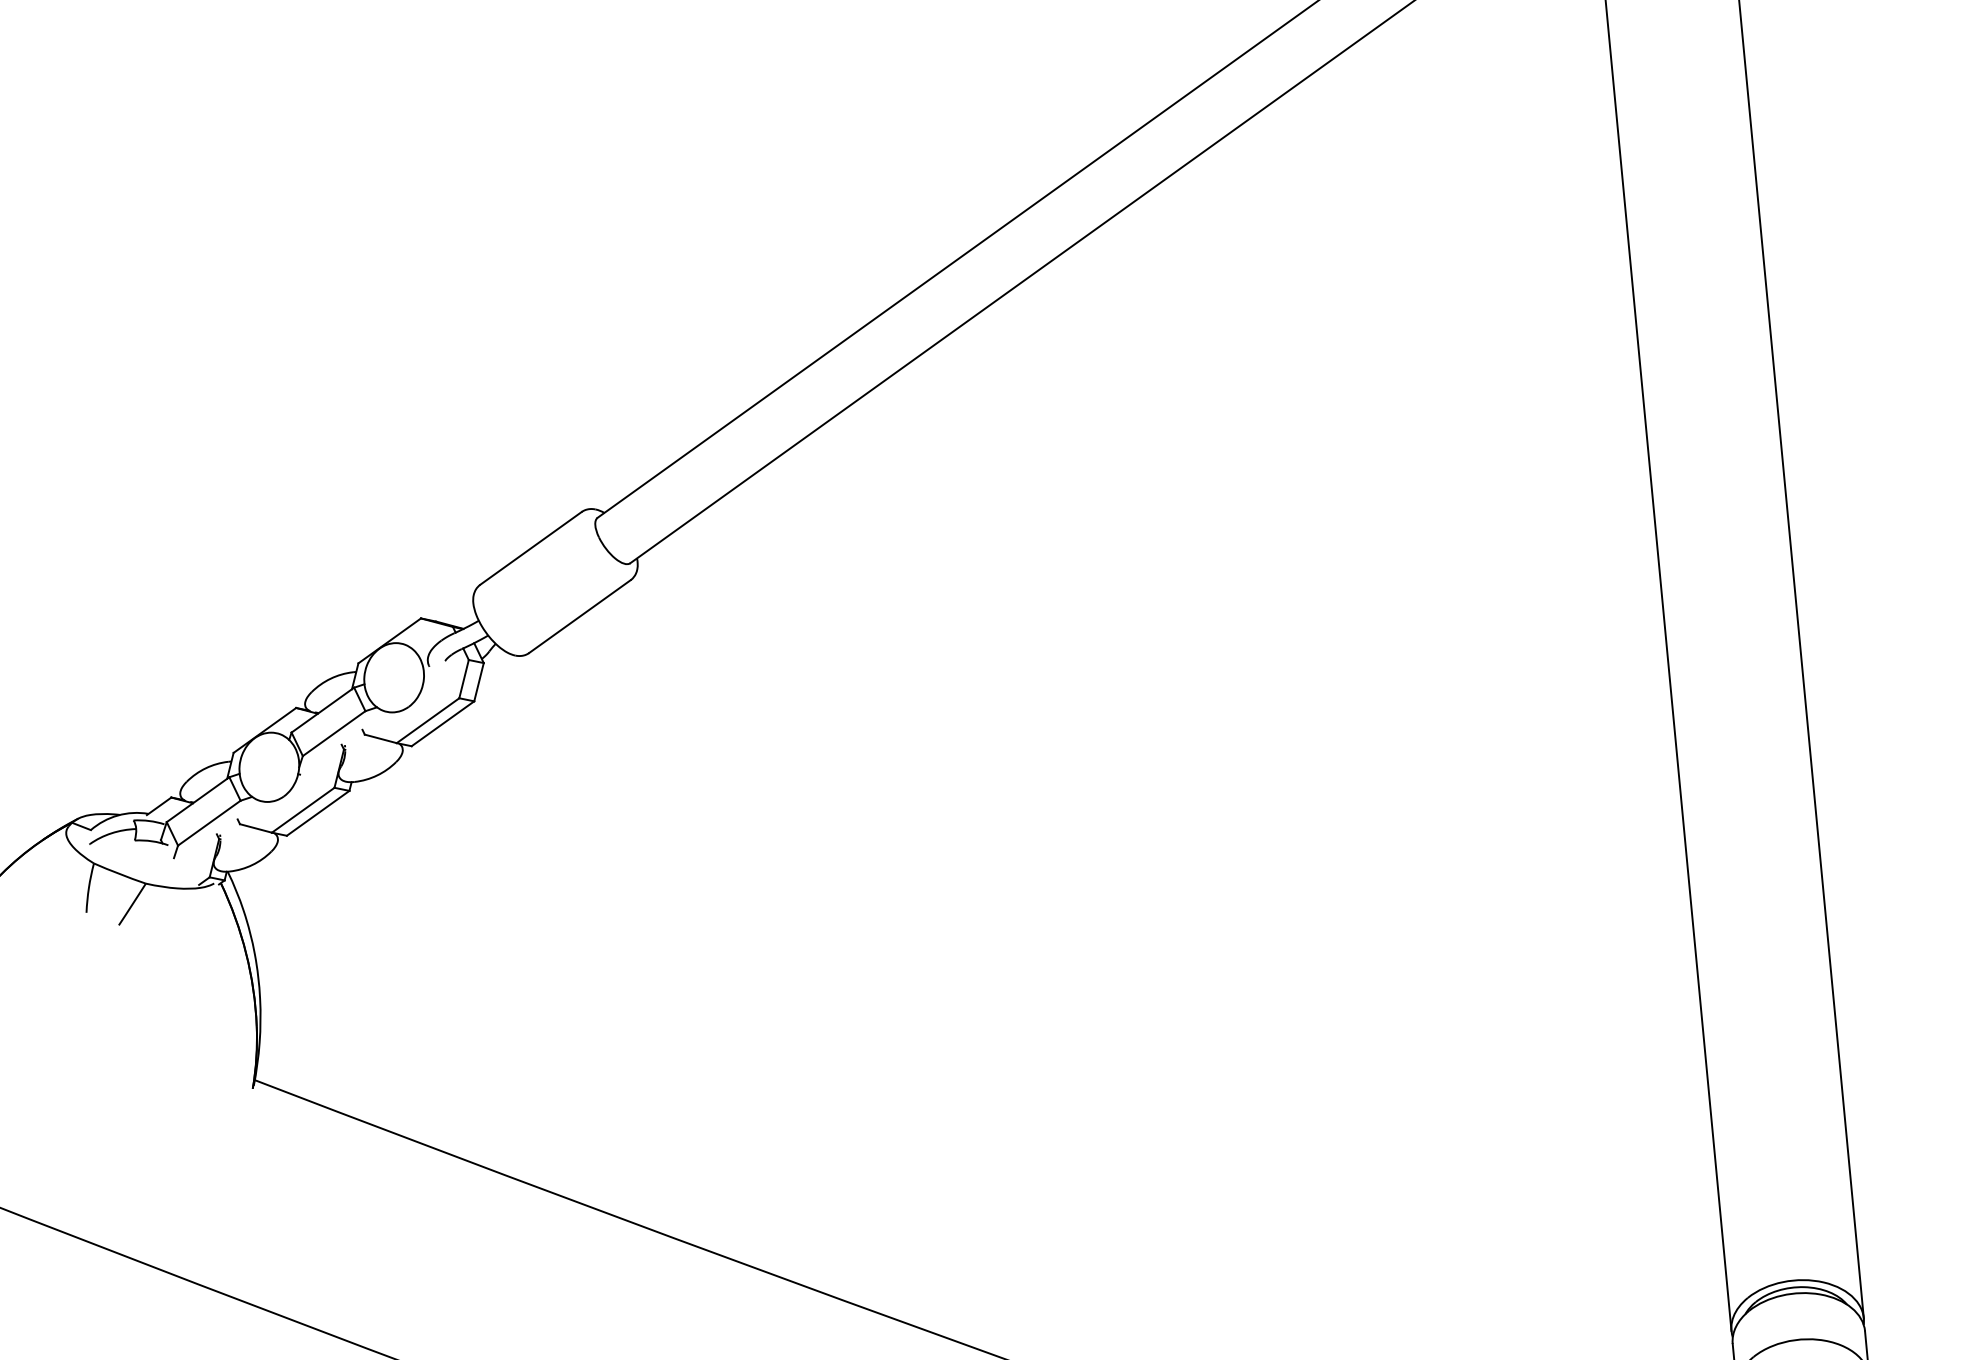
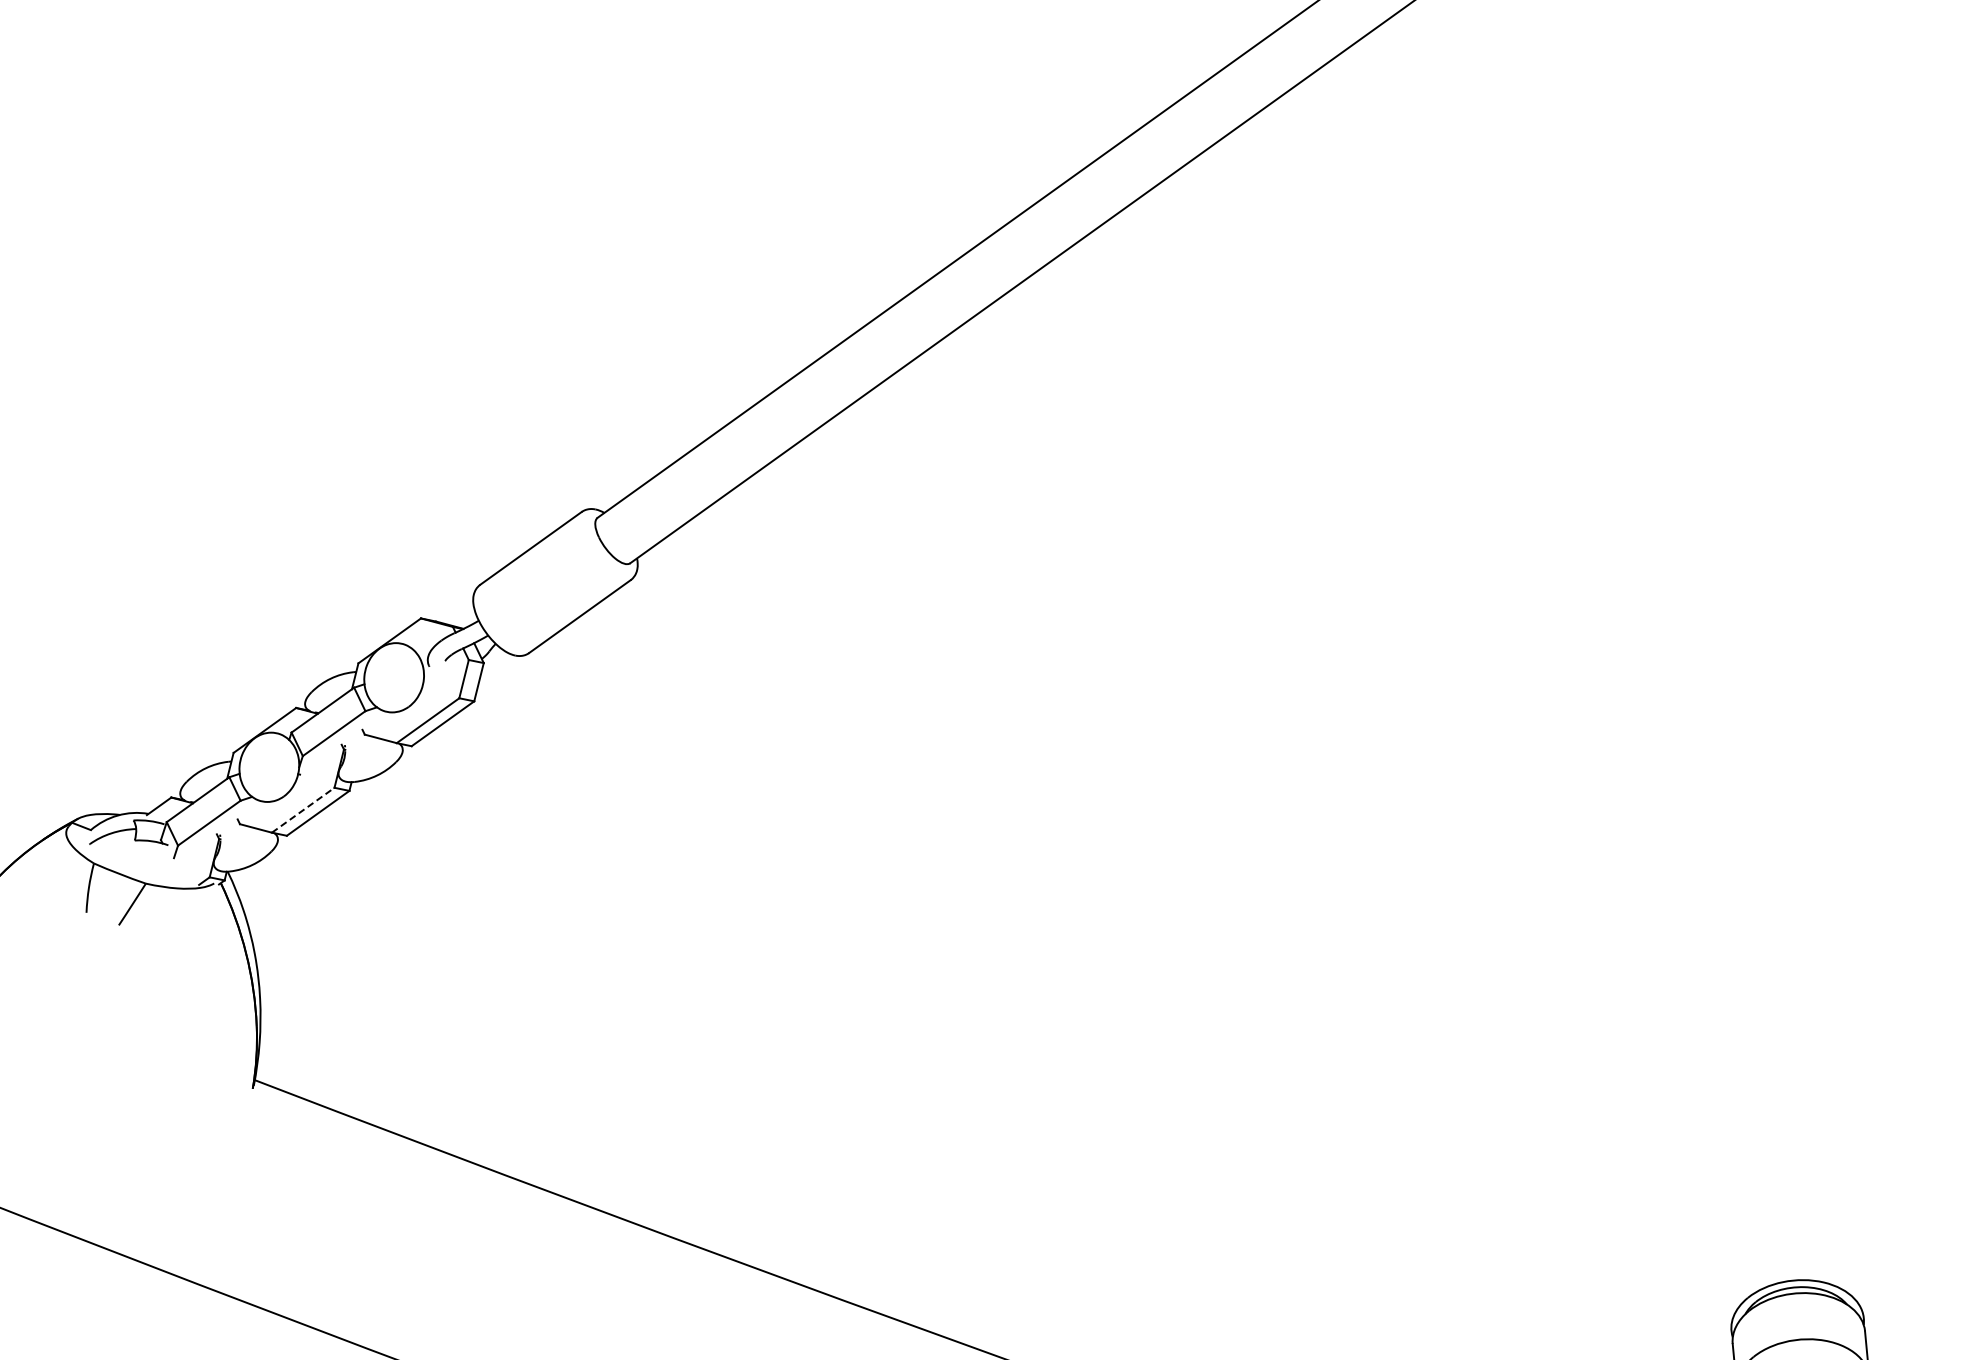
line at (1801, 660): present -> none
line at (1668, 666): present -> none
line at (303, 810): solid -> dashed
